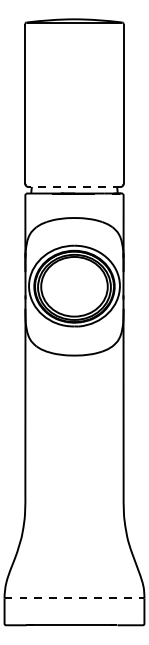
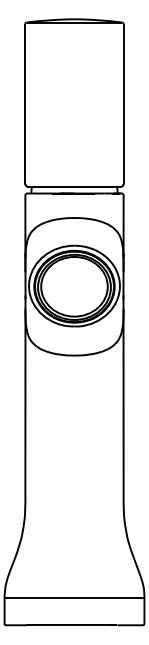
line at (74, 186): dashed -> solid
line at (74, 598): dashed -> solid
